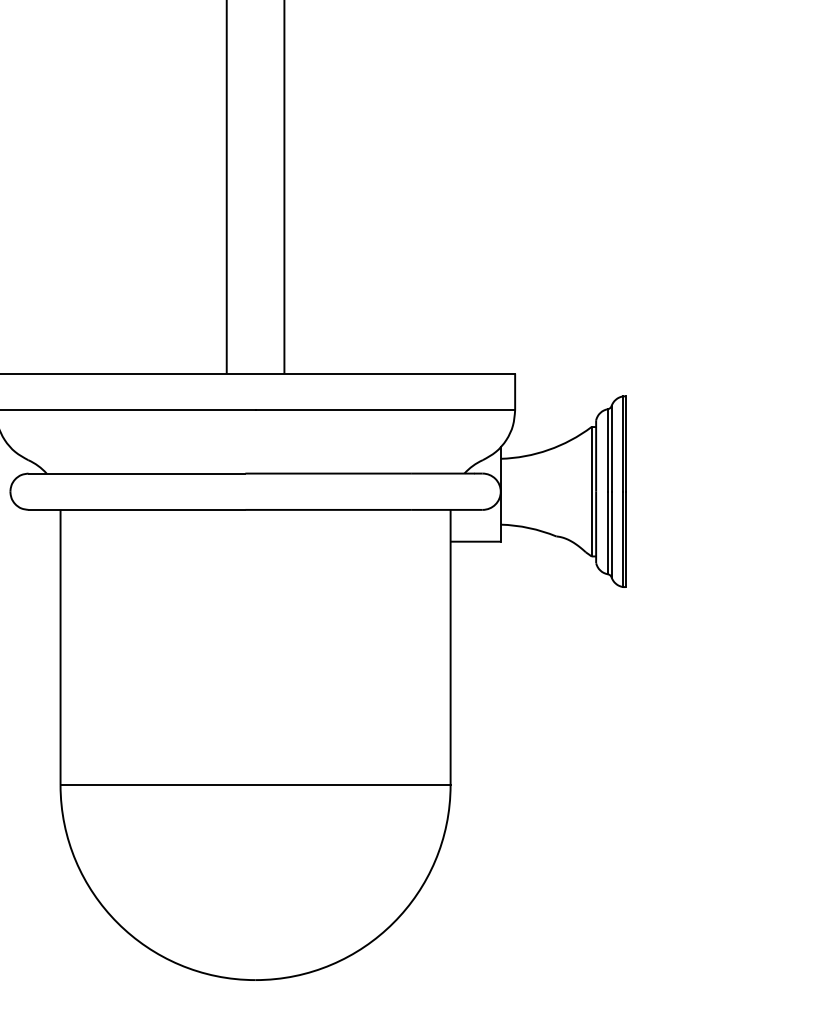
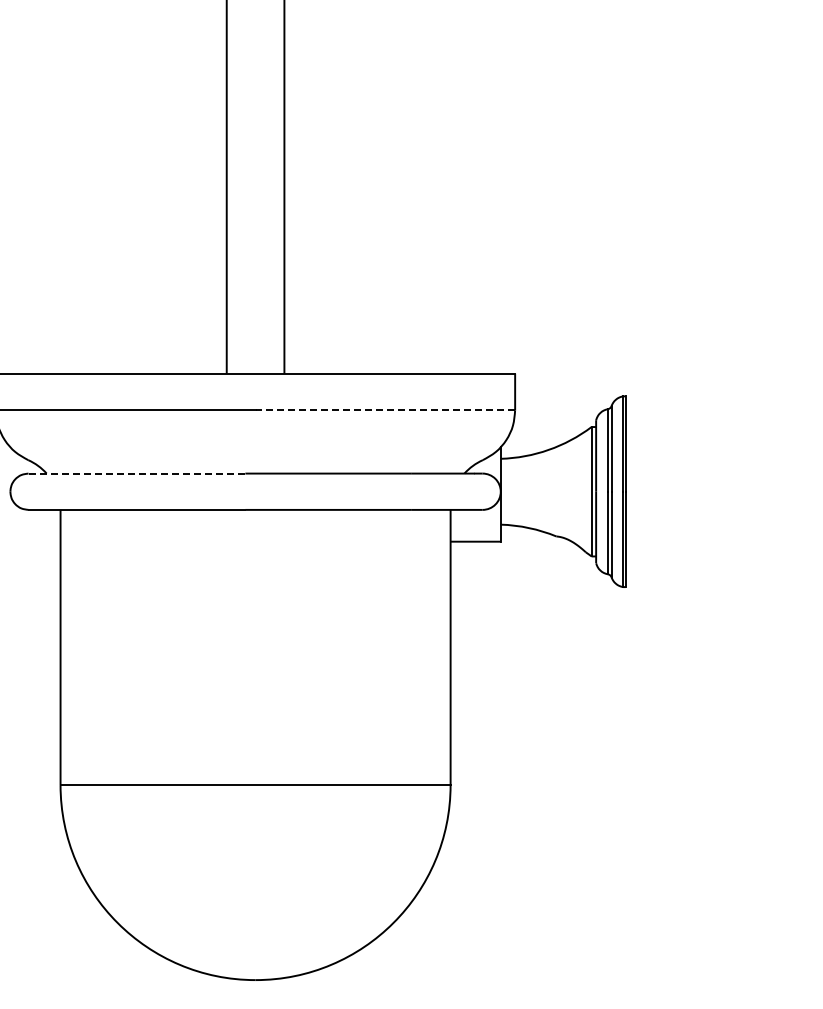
line at (385, 410): solid -> dashed
line at (136, 473): solid -> dashed
